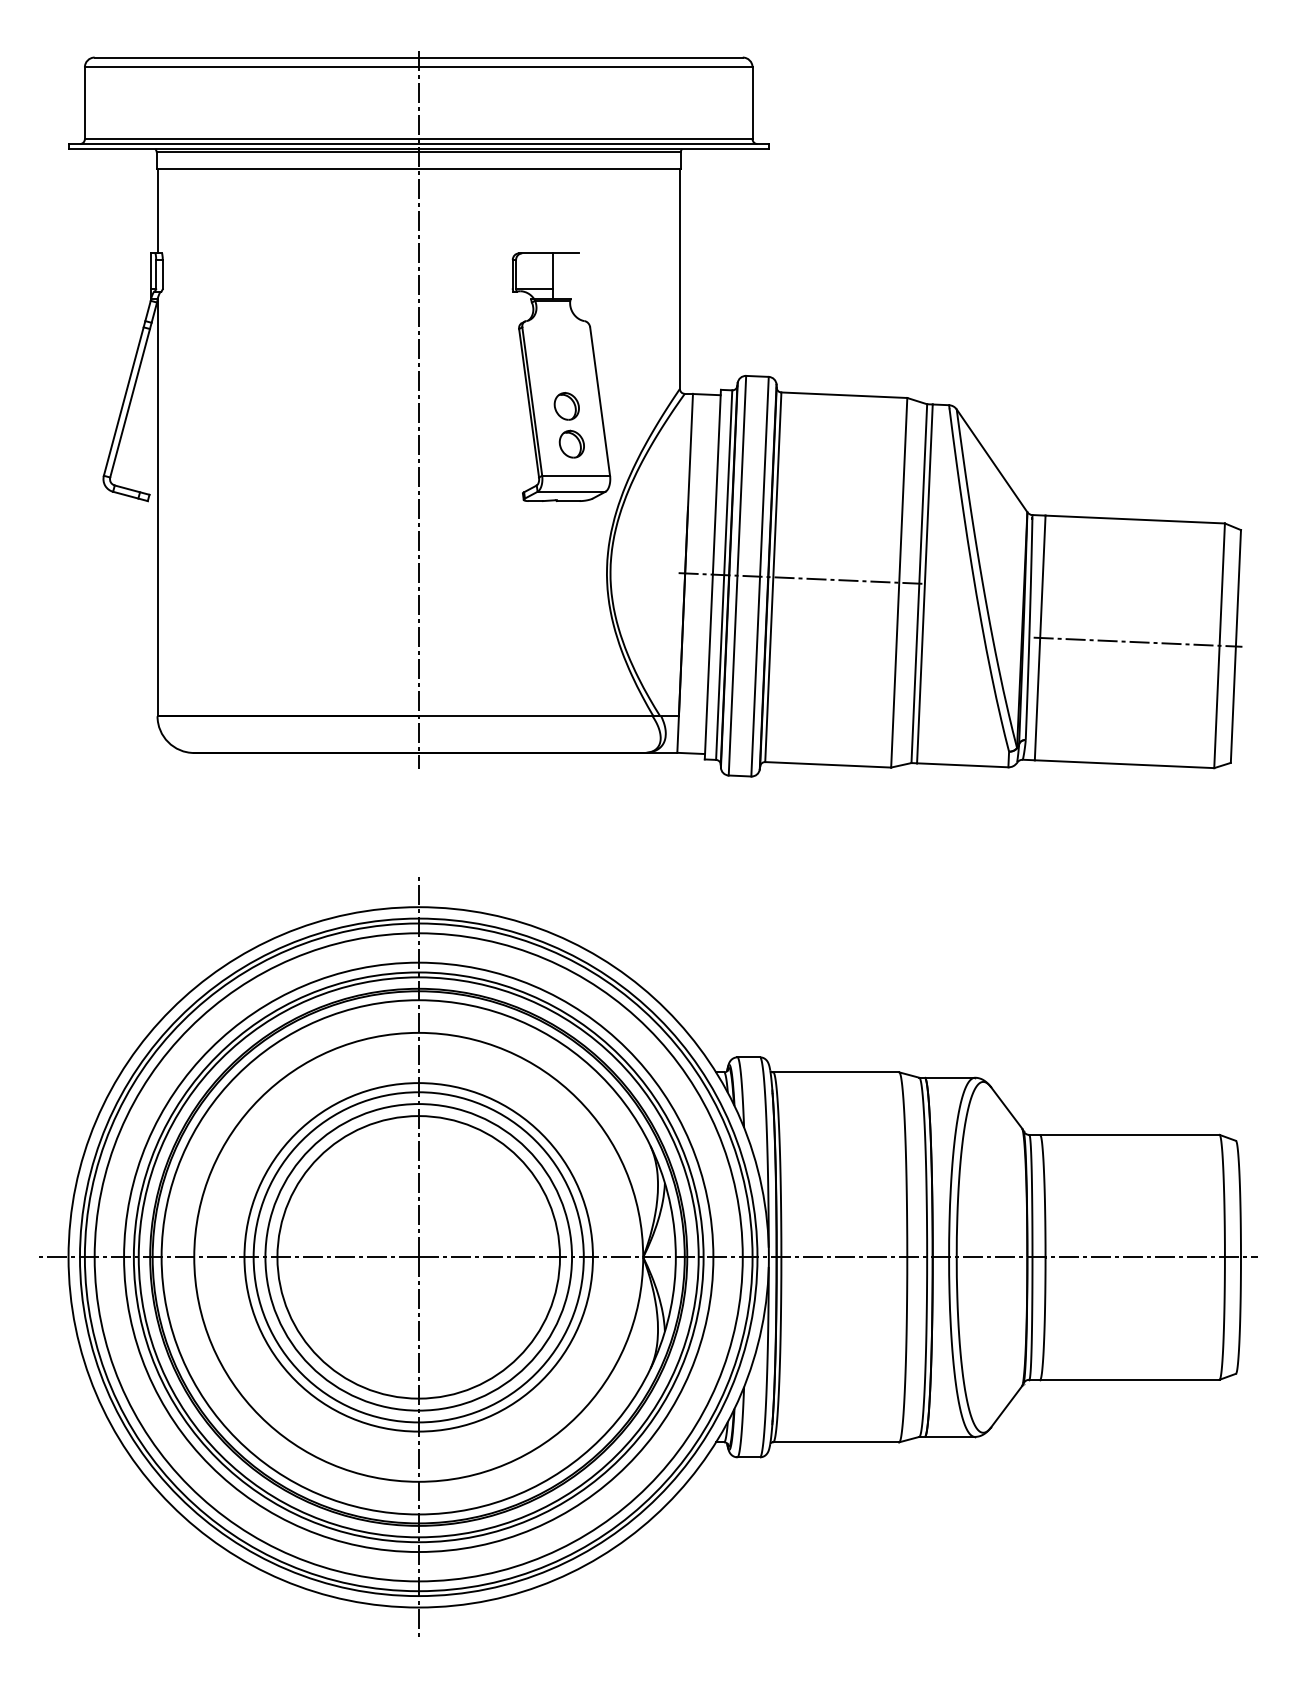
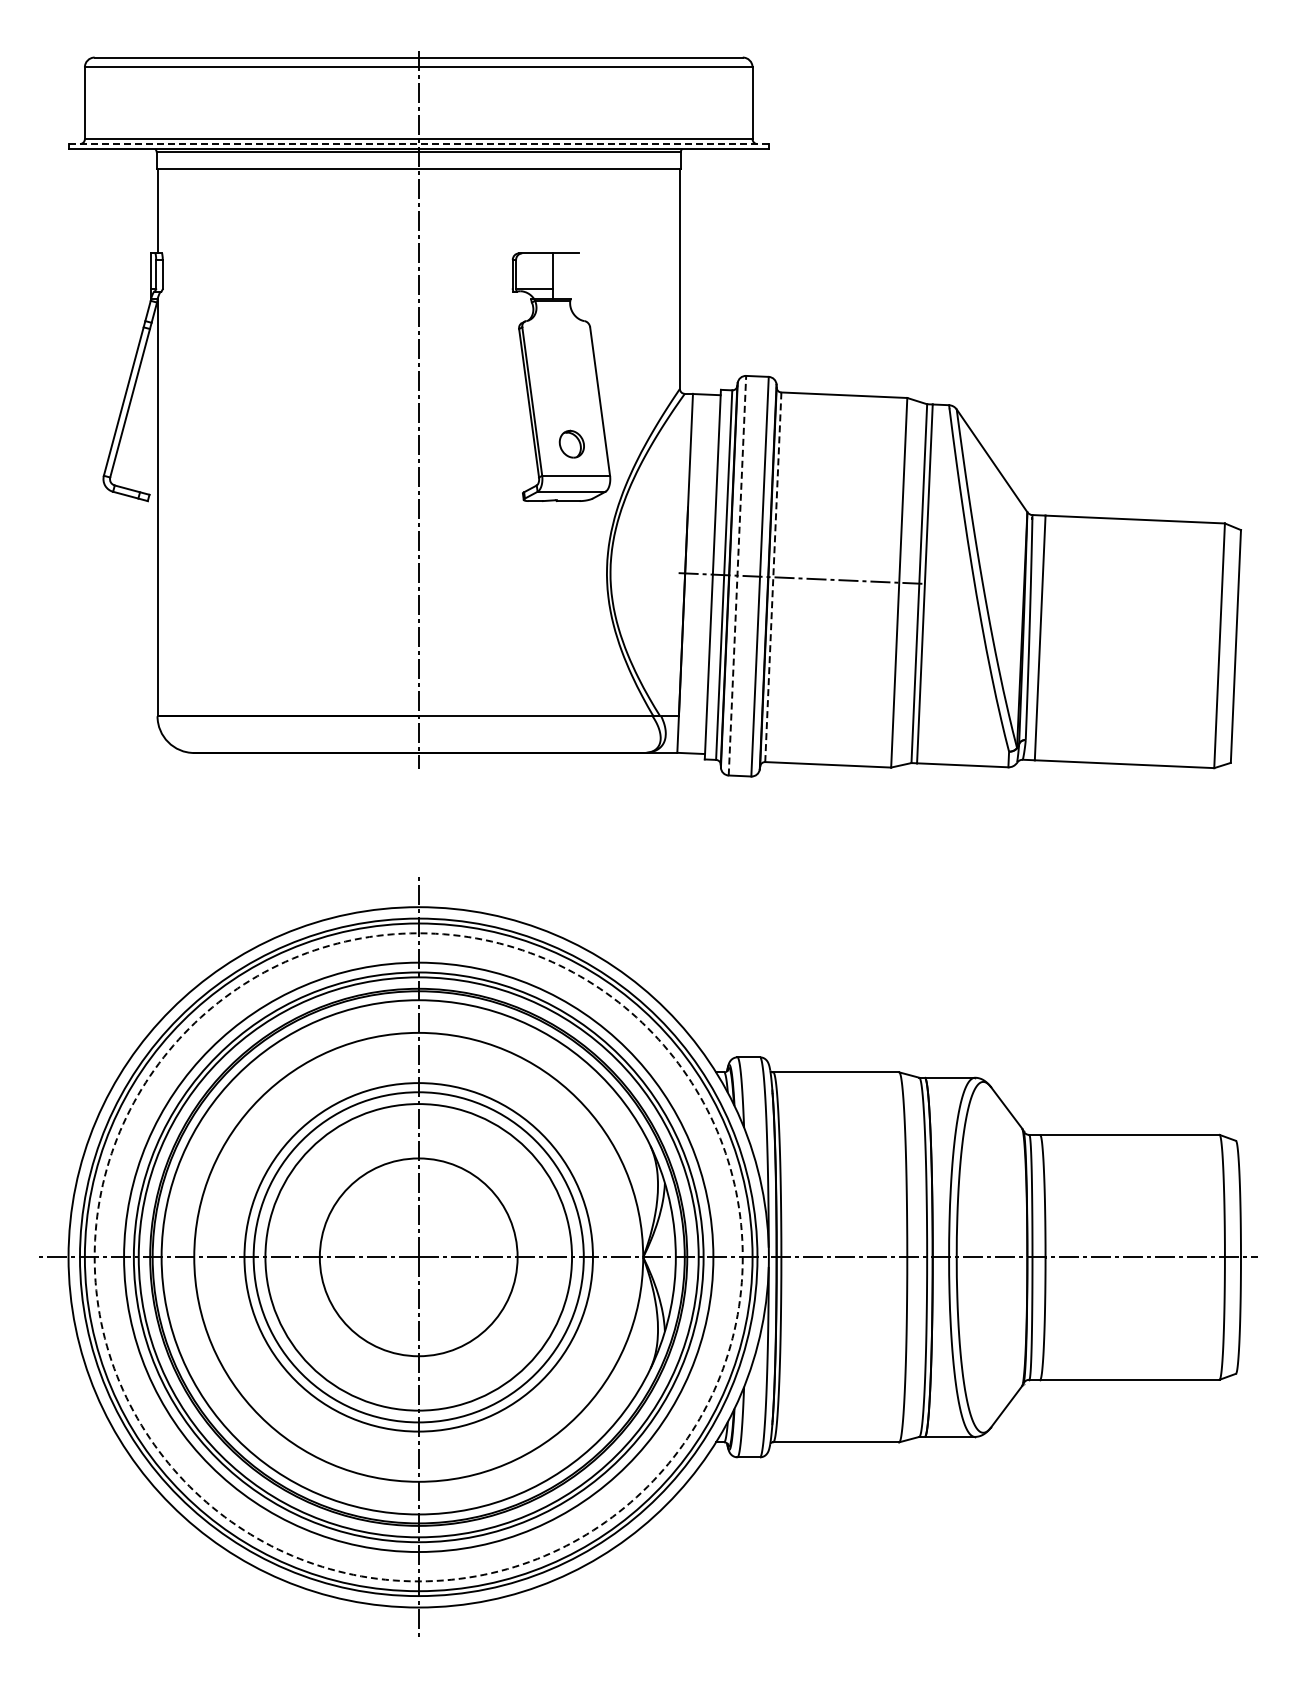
line at (418, 144): solid -> dashed
part at (566, 406): present -> none
line at (737, 575): solid -> dashed
line at (773, 577): solid -> dashed
line at (1137, 641): present -> none
circle at (418, 1257) diameter: 283 px -> 198 px
circle at (418, 1257): solid -> dashed
